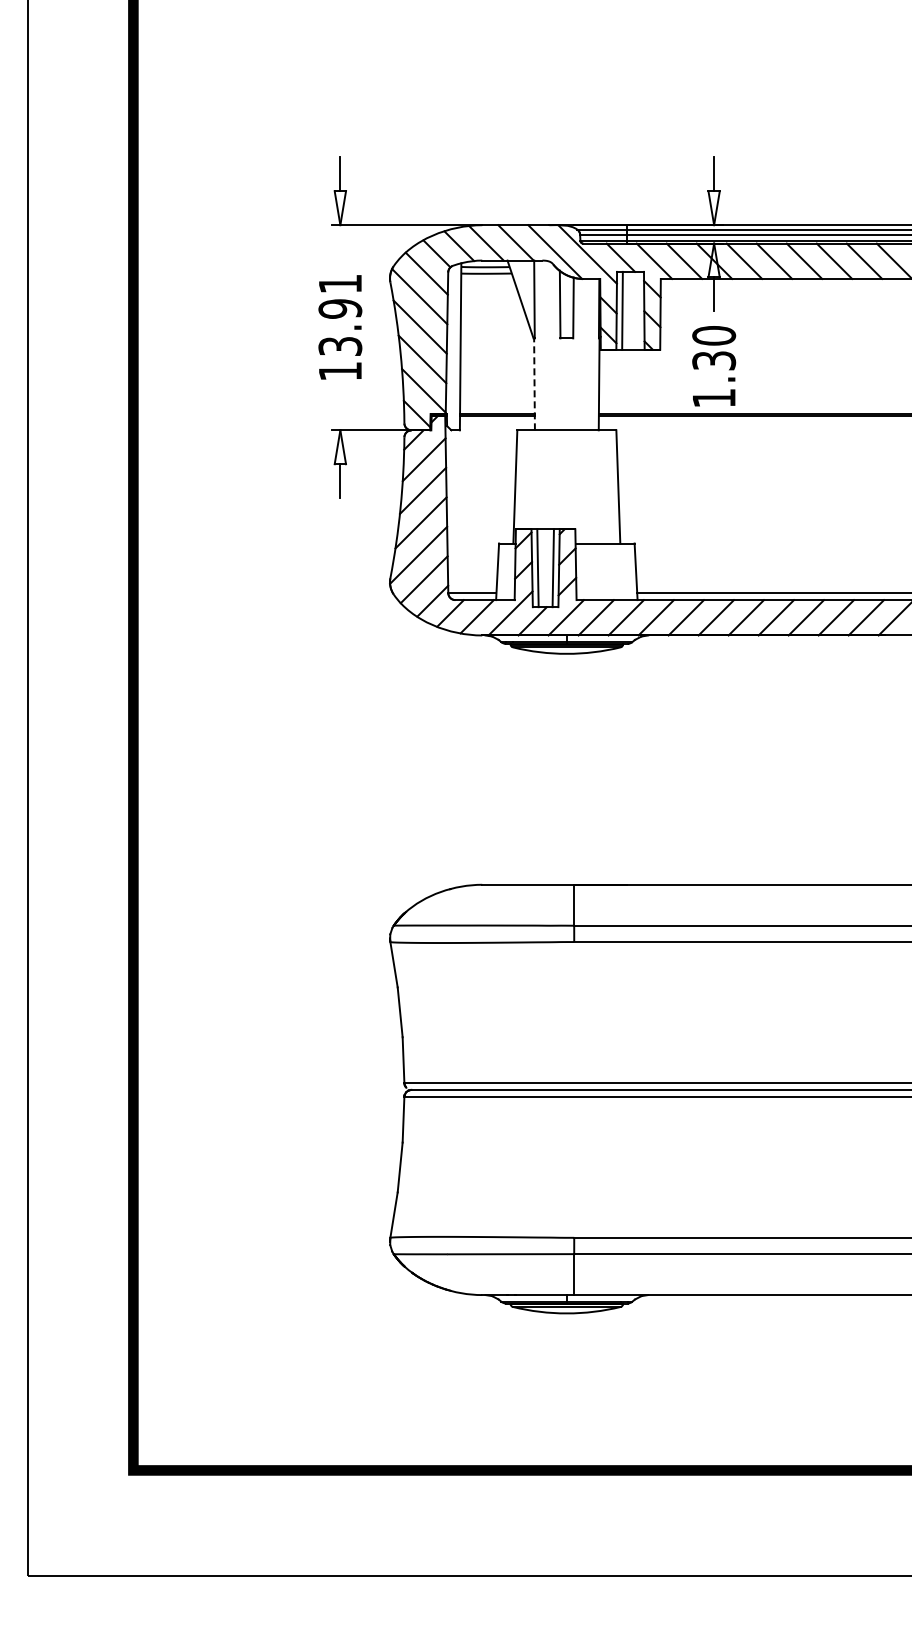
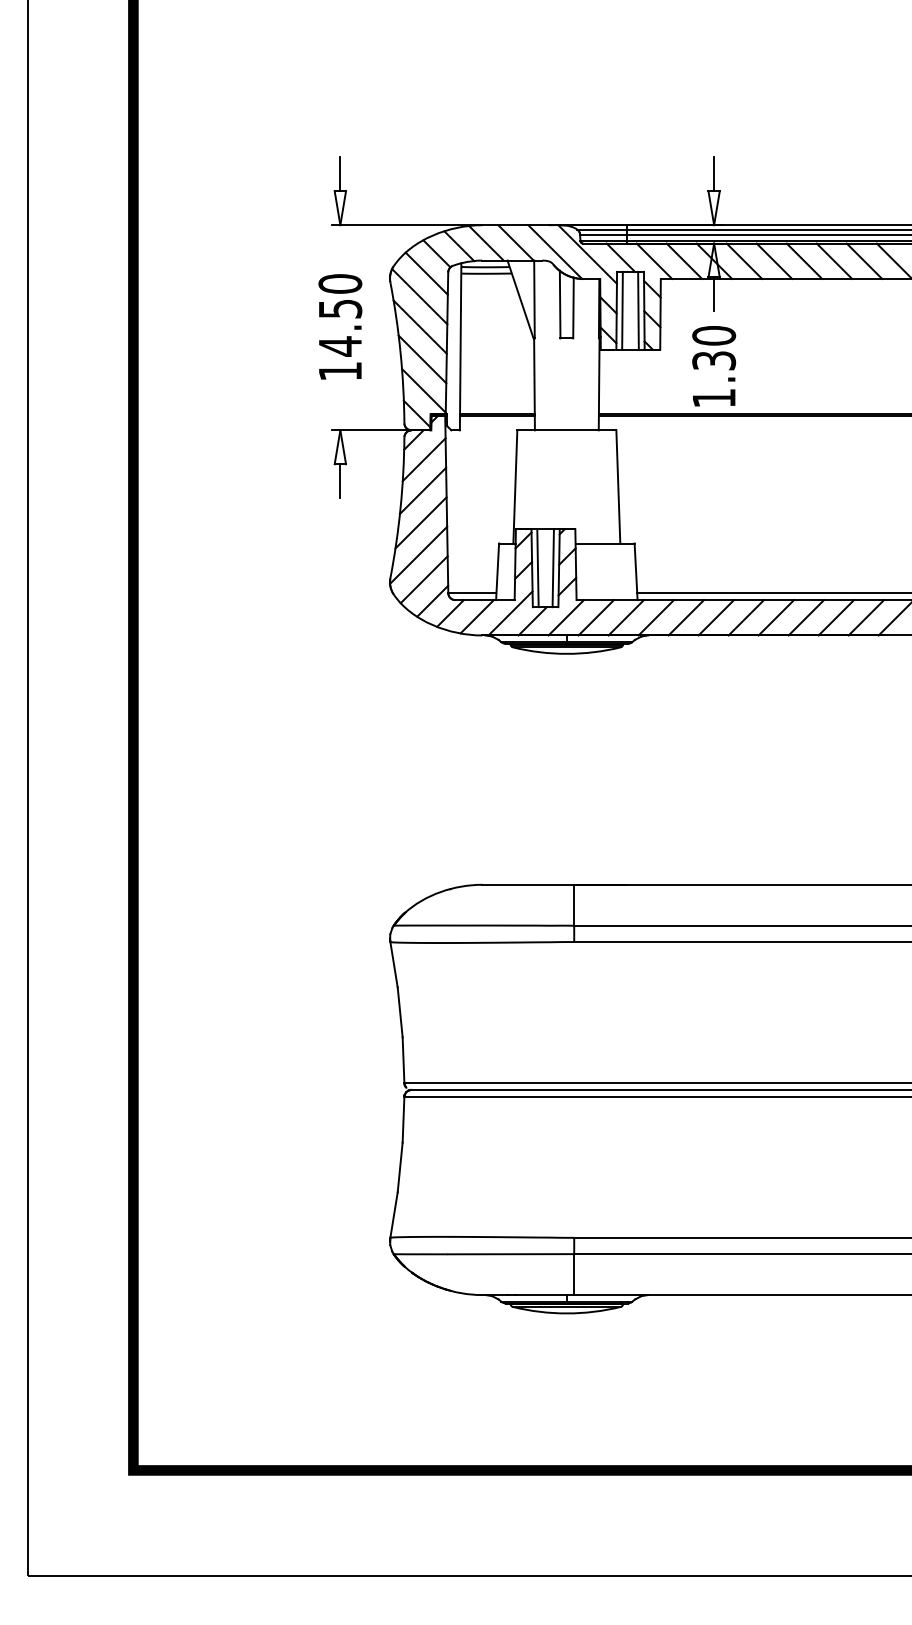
line at (638, 310): none -> present
text at (340, 315): 13.91 -> 14.50
line at (534, 384): dashed -> solid
